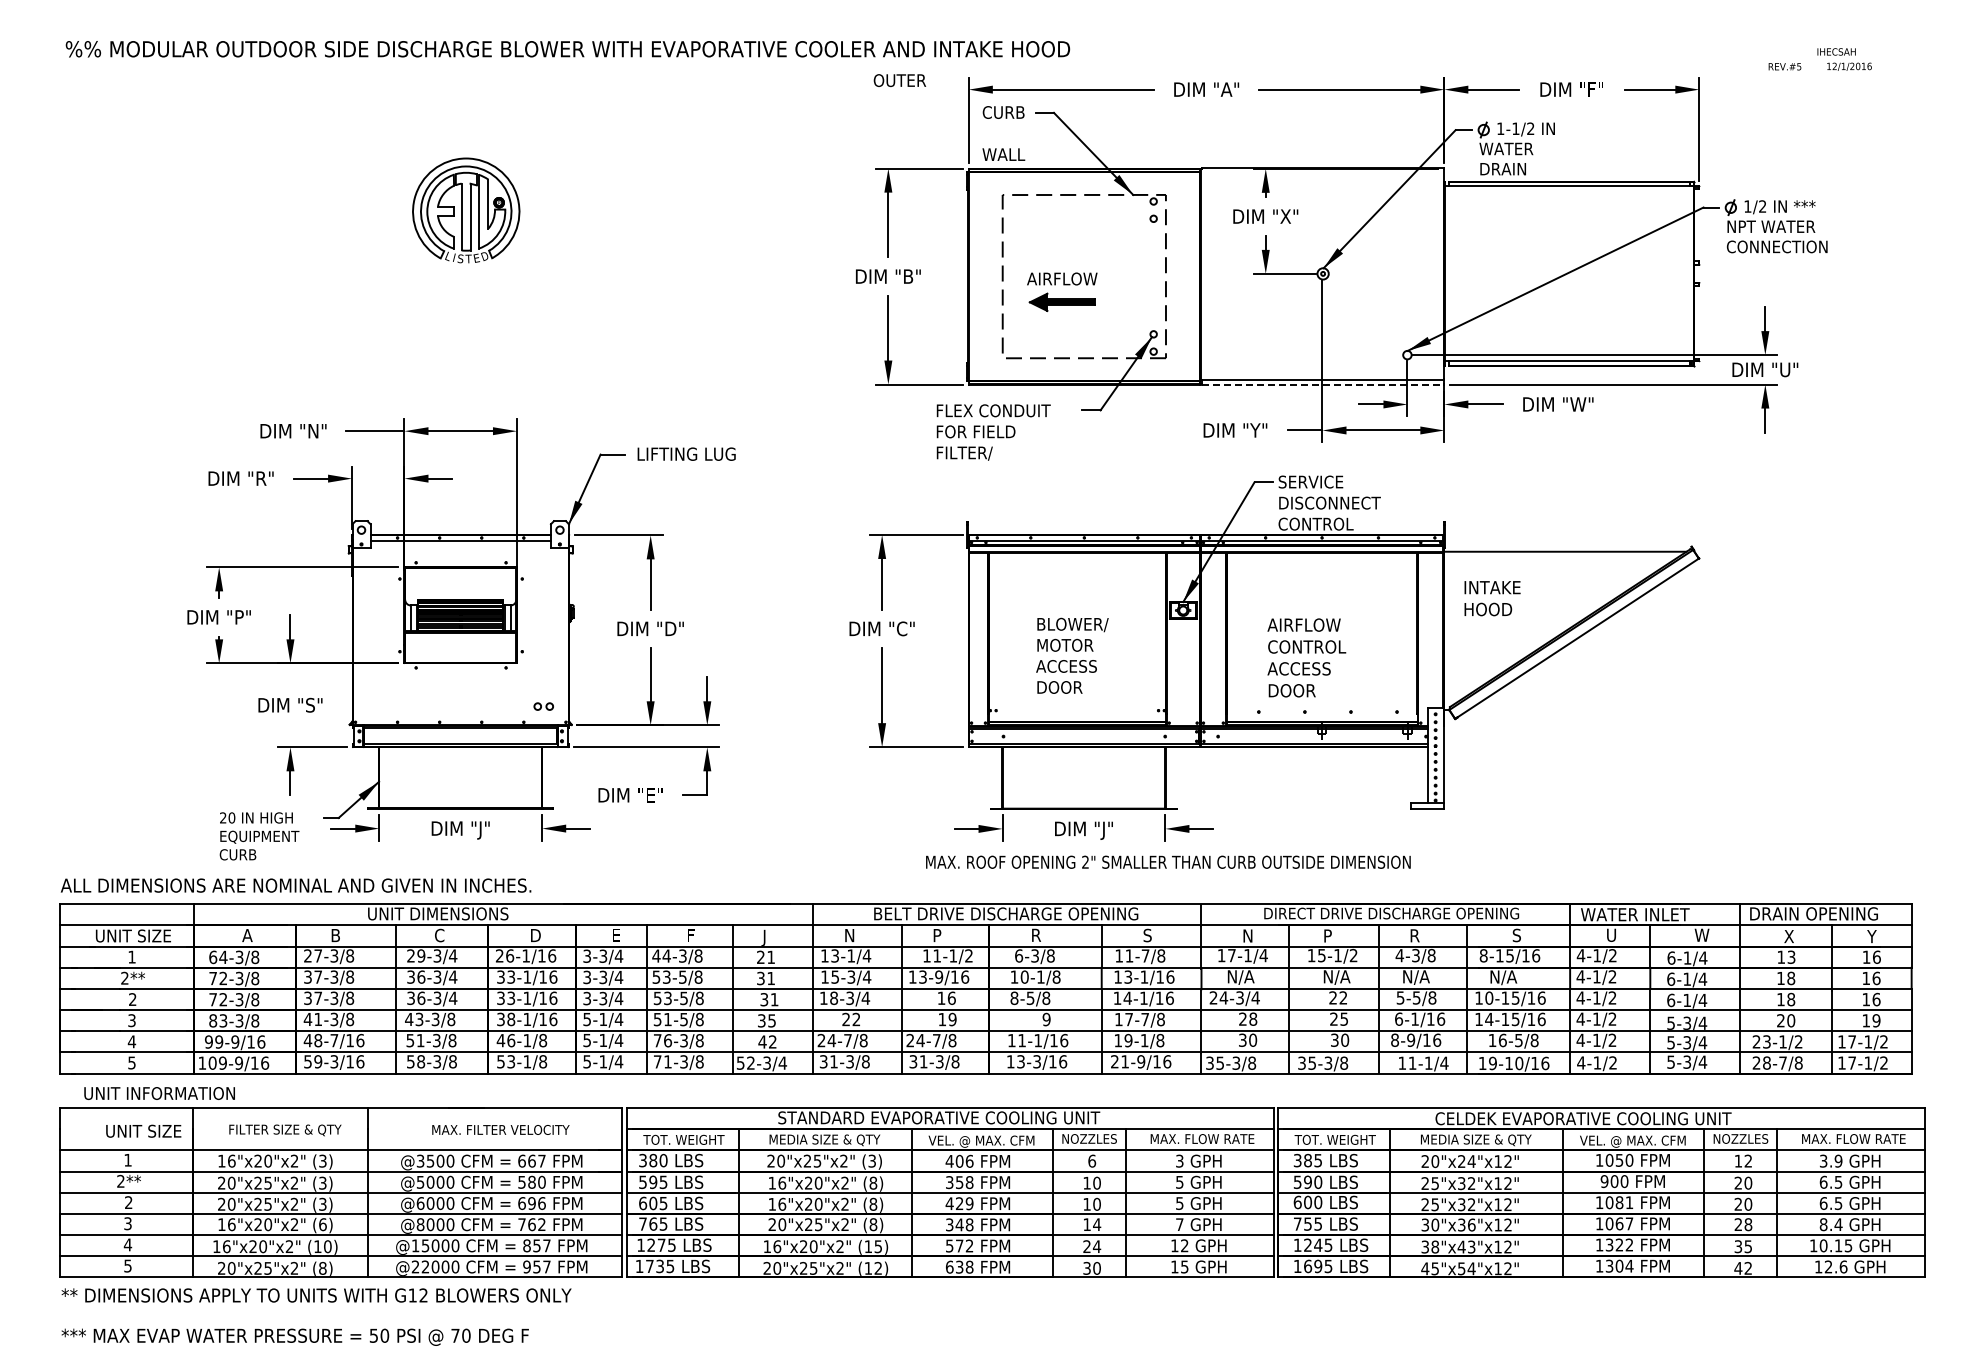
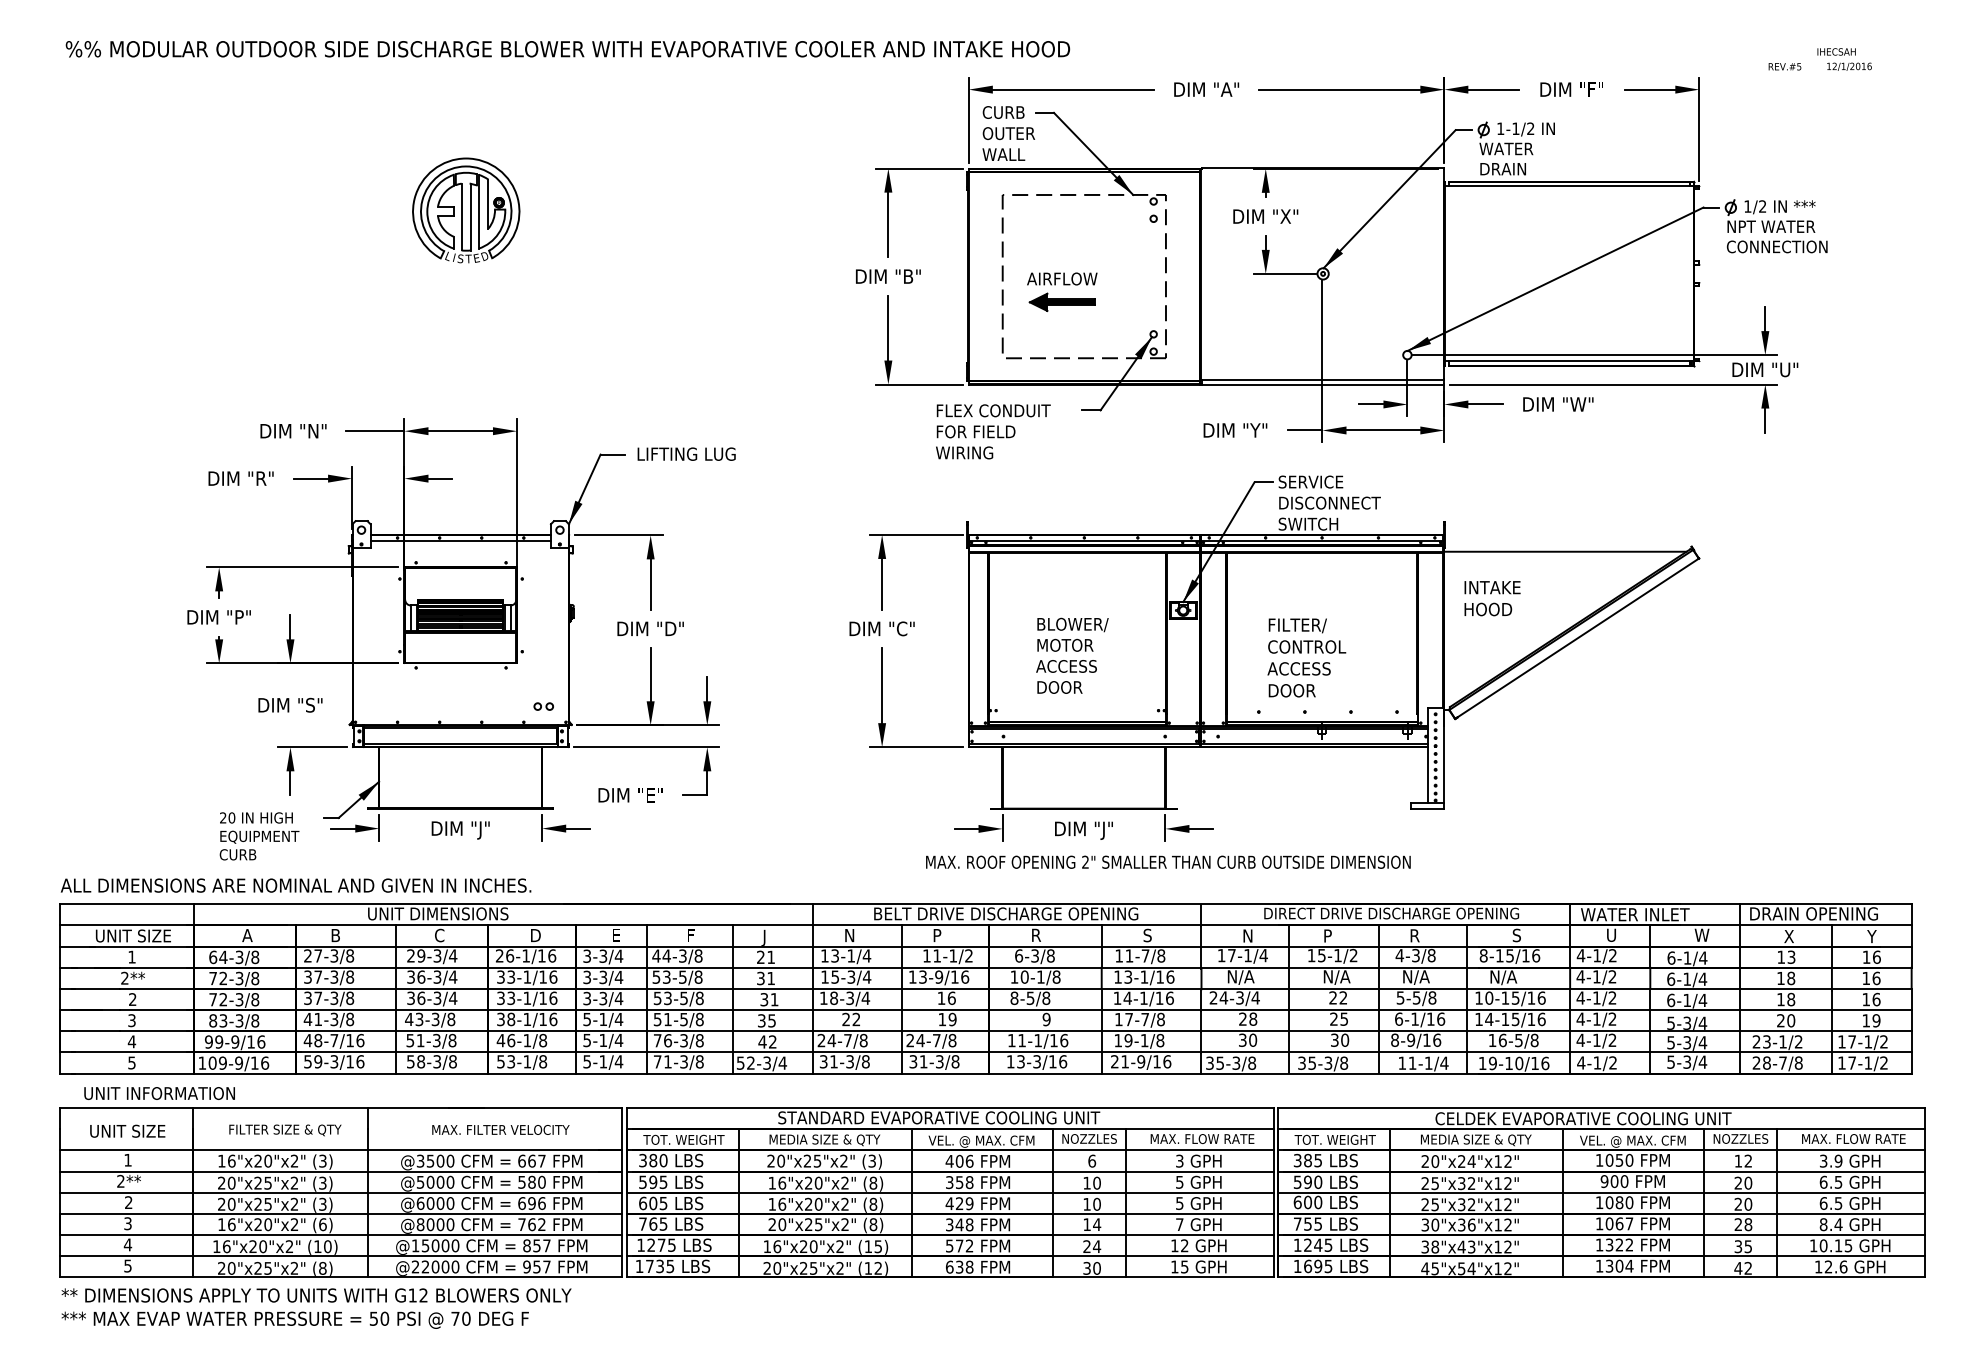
text at (899, 80) position: (899, 80) -> (1008, 133)
line at (1322, 384): dashed -> solid
text at (964, 453): FILTER/ -> WIRING
text at (1315, 523): CONTROL -> SWITCH
text at (1303, 625): AIRFLOW -> FILTER/
text at (143, 1130) position: (143, 1130) -> (127, 1130)
text at (1629, 1202): 1081 -> 1080
text at (294, 1336) position: (294, 1336) -> (294, 1319)
